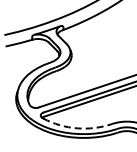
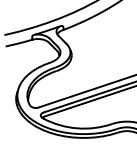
arc at (77, 128): dashed -> solid
